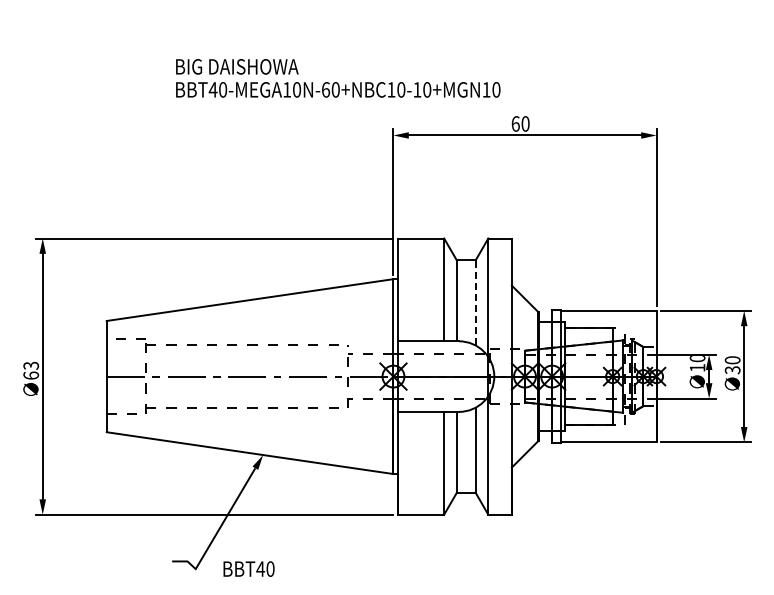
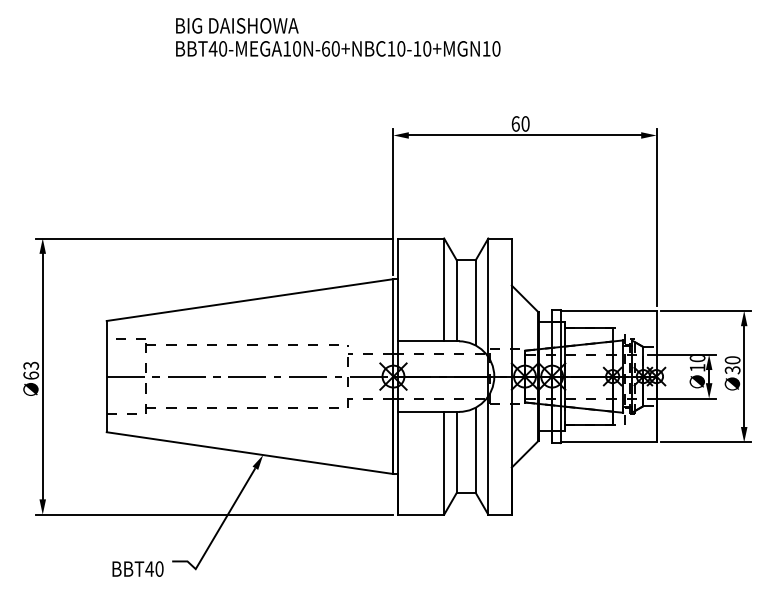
text at (338, 78) position: (338, 78) -> (338, 37)
line at (475, 302): dashed -> solid
text at (248, 568) position: (248, 568) -> (137, 568)
